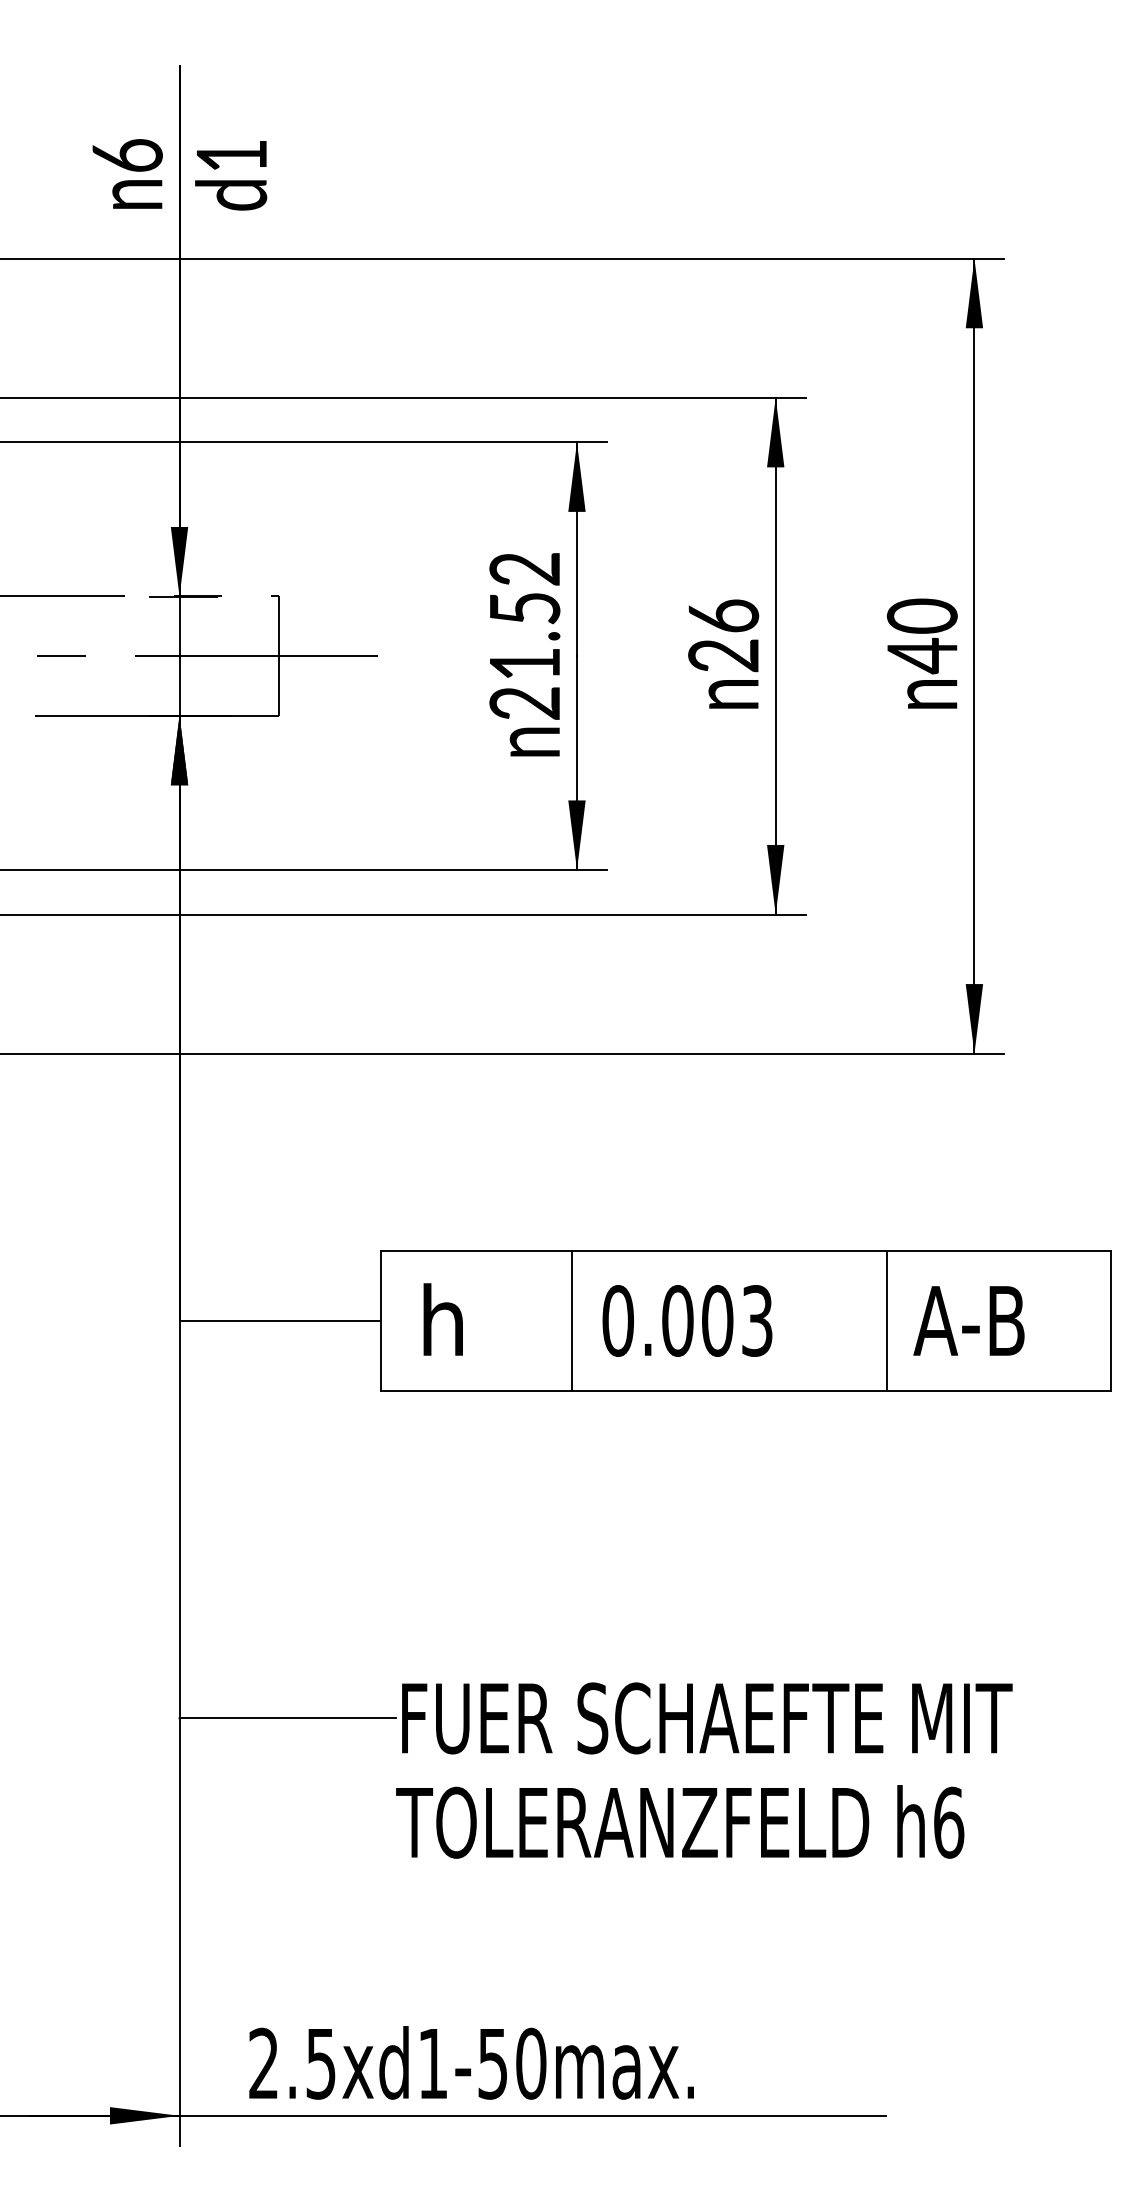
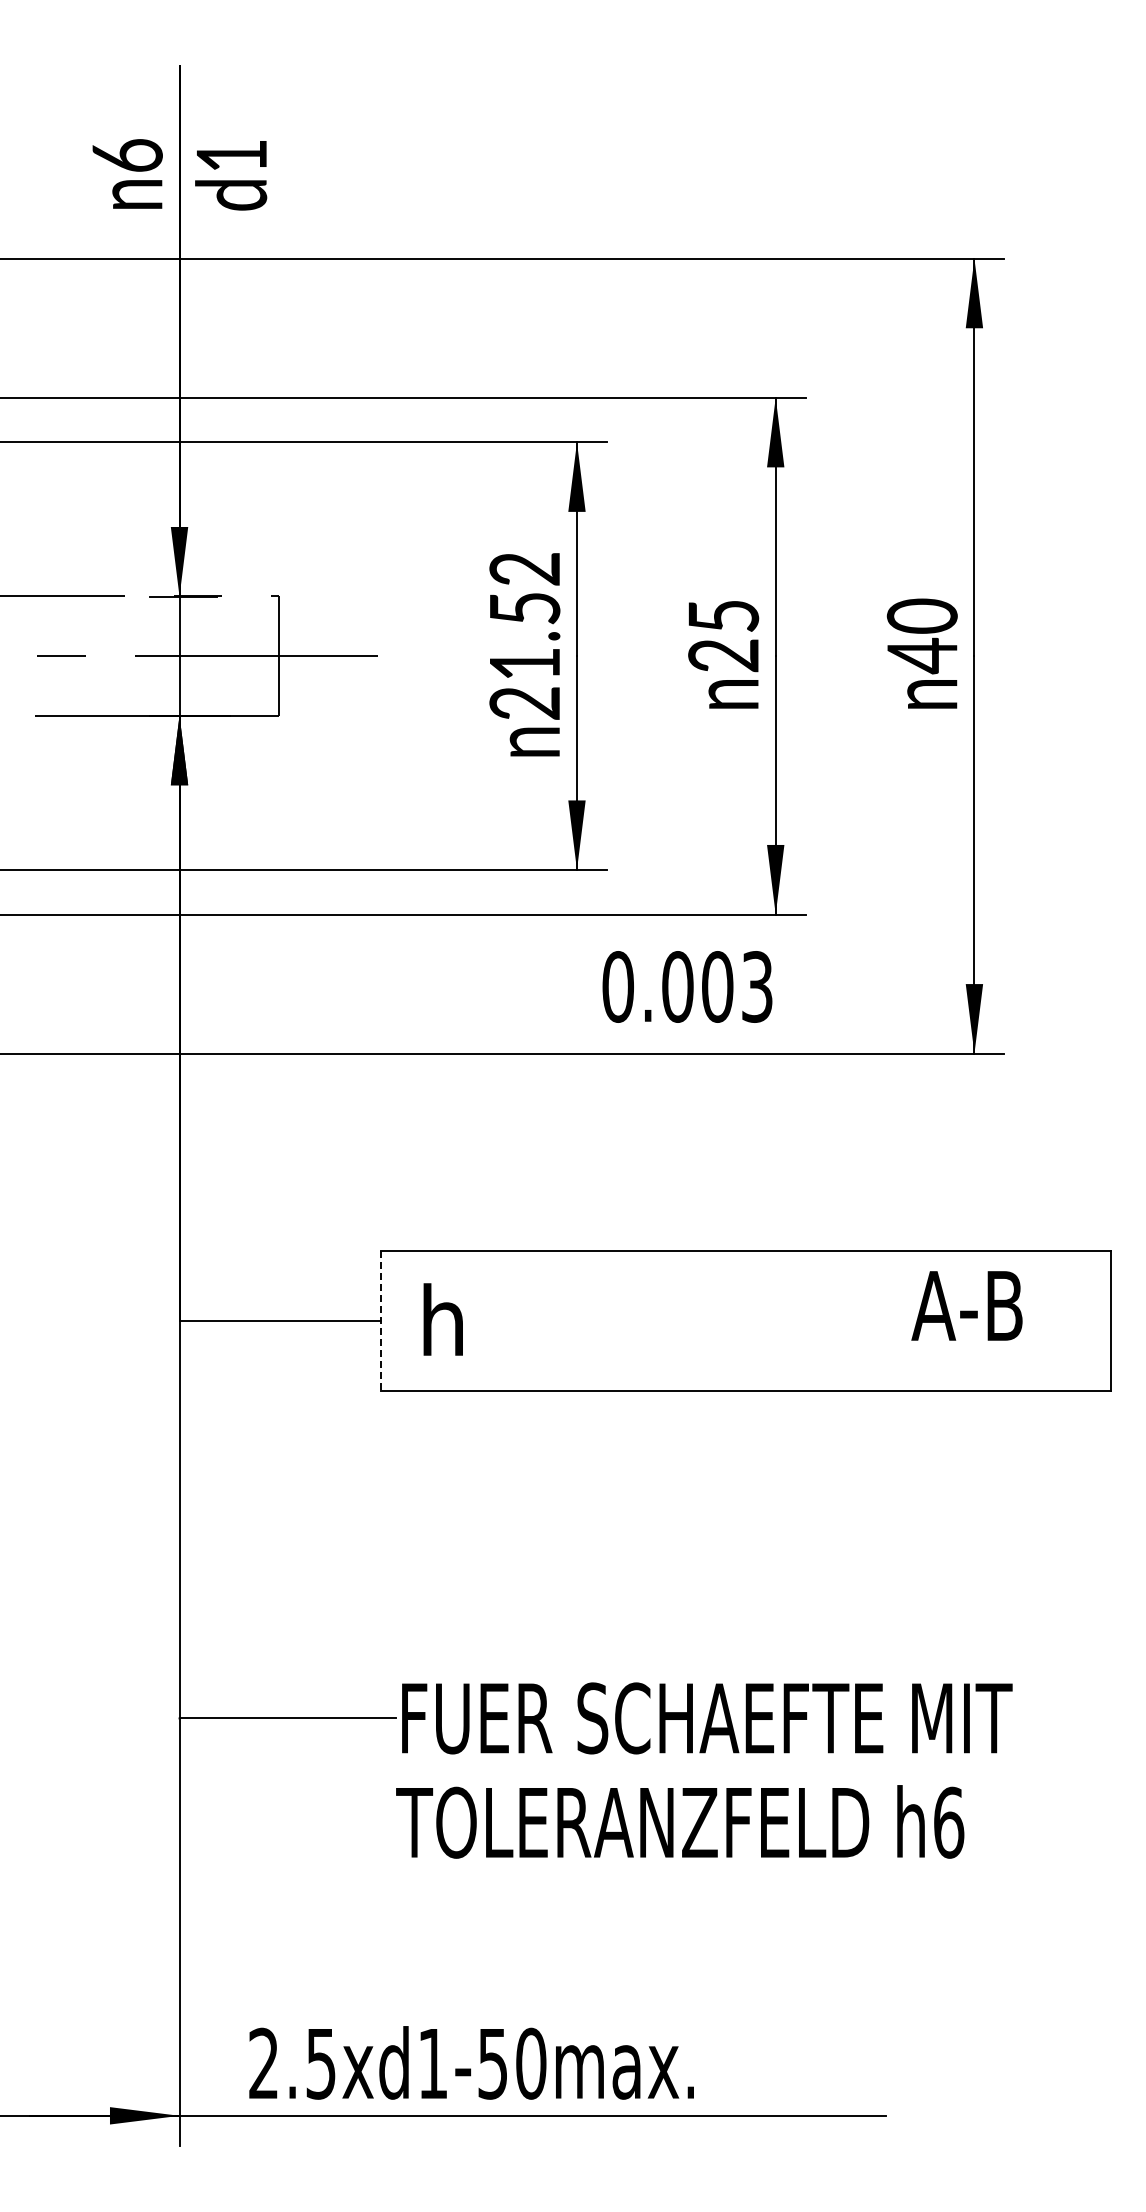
text at (723, 615): 26 -> 25
line at (381, 1320): solid -> dashed
line at (572, 1320): present -> none
text at (687, 1320) position: (687, 1320) -> (687, 986)
line at (886, 1320): present -> none
text at (968, 1320) position: (968, 1320) -> (966, 1305)
